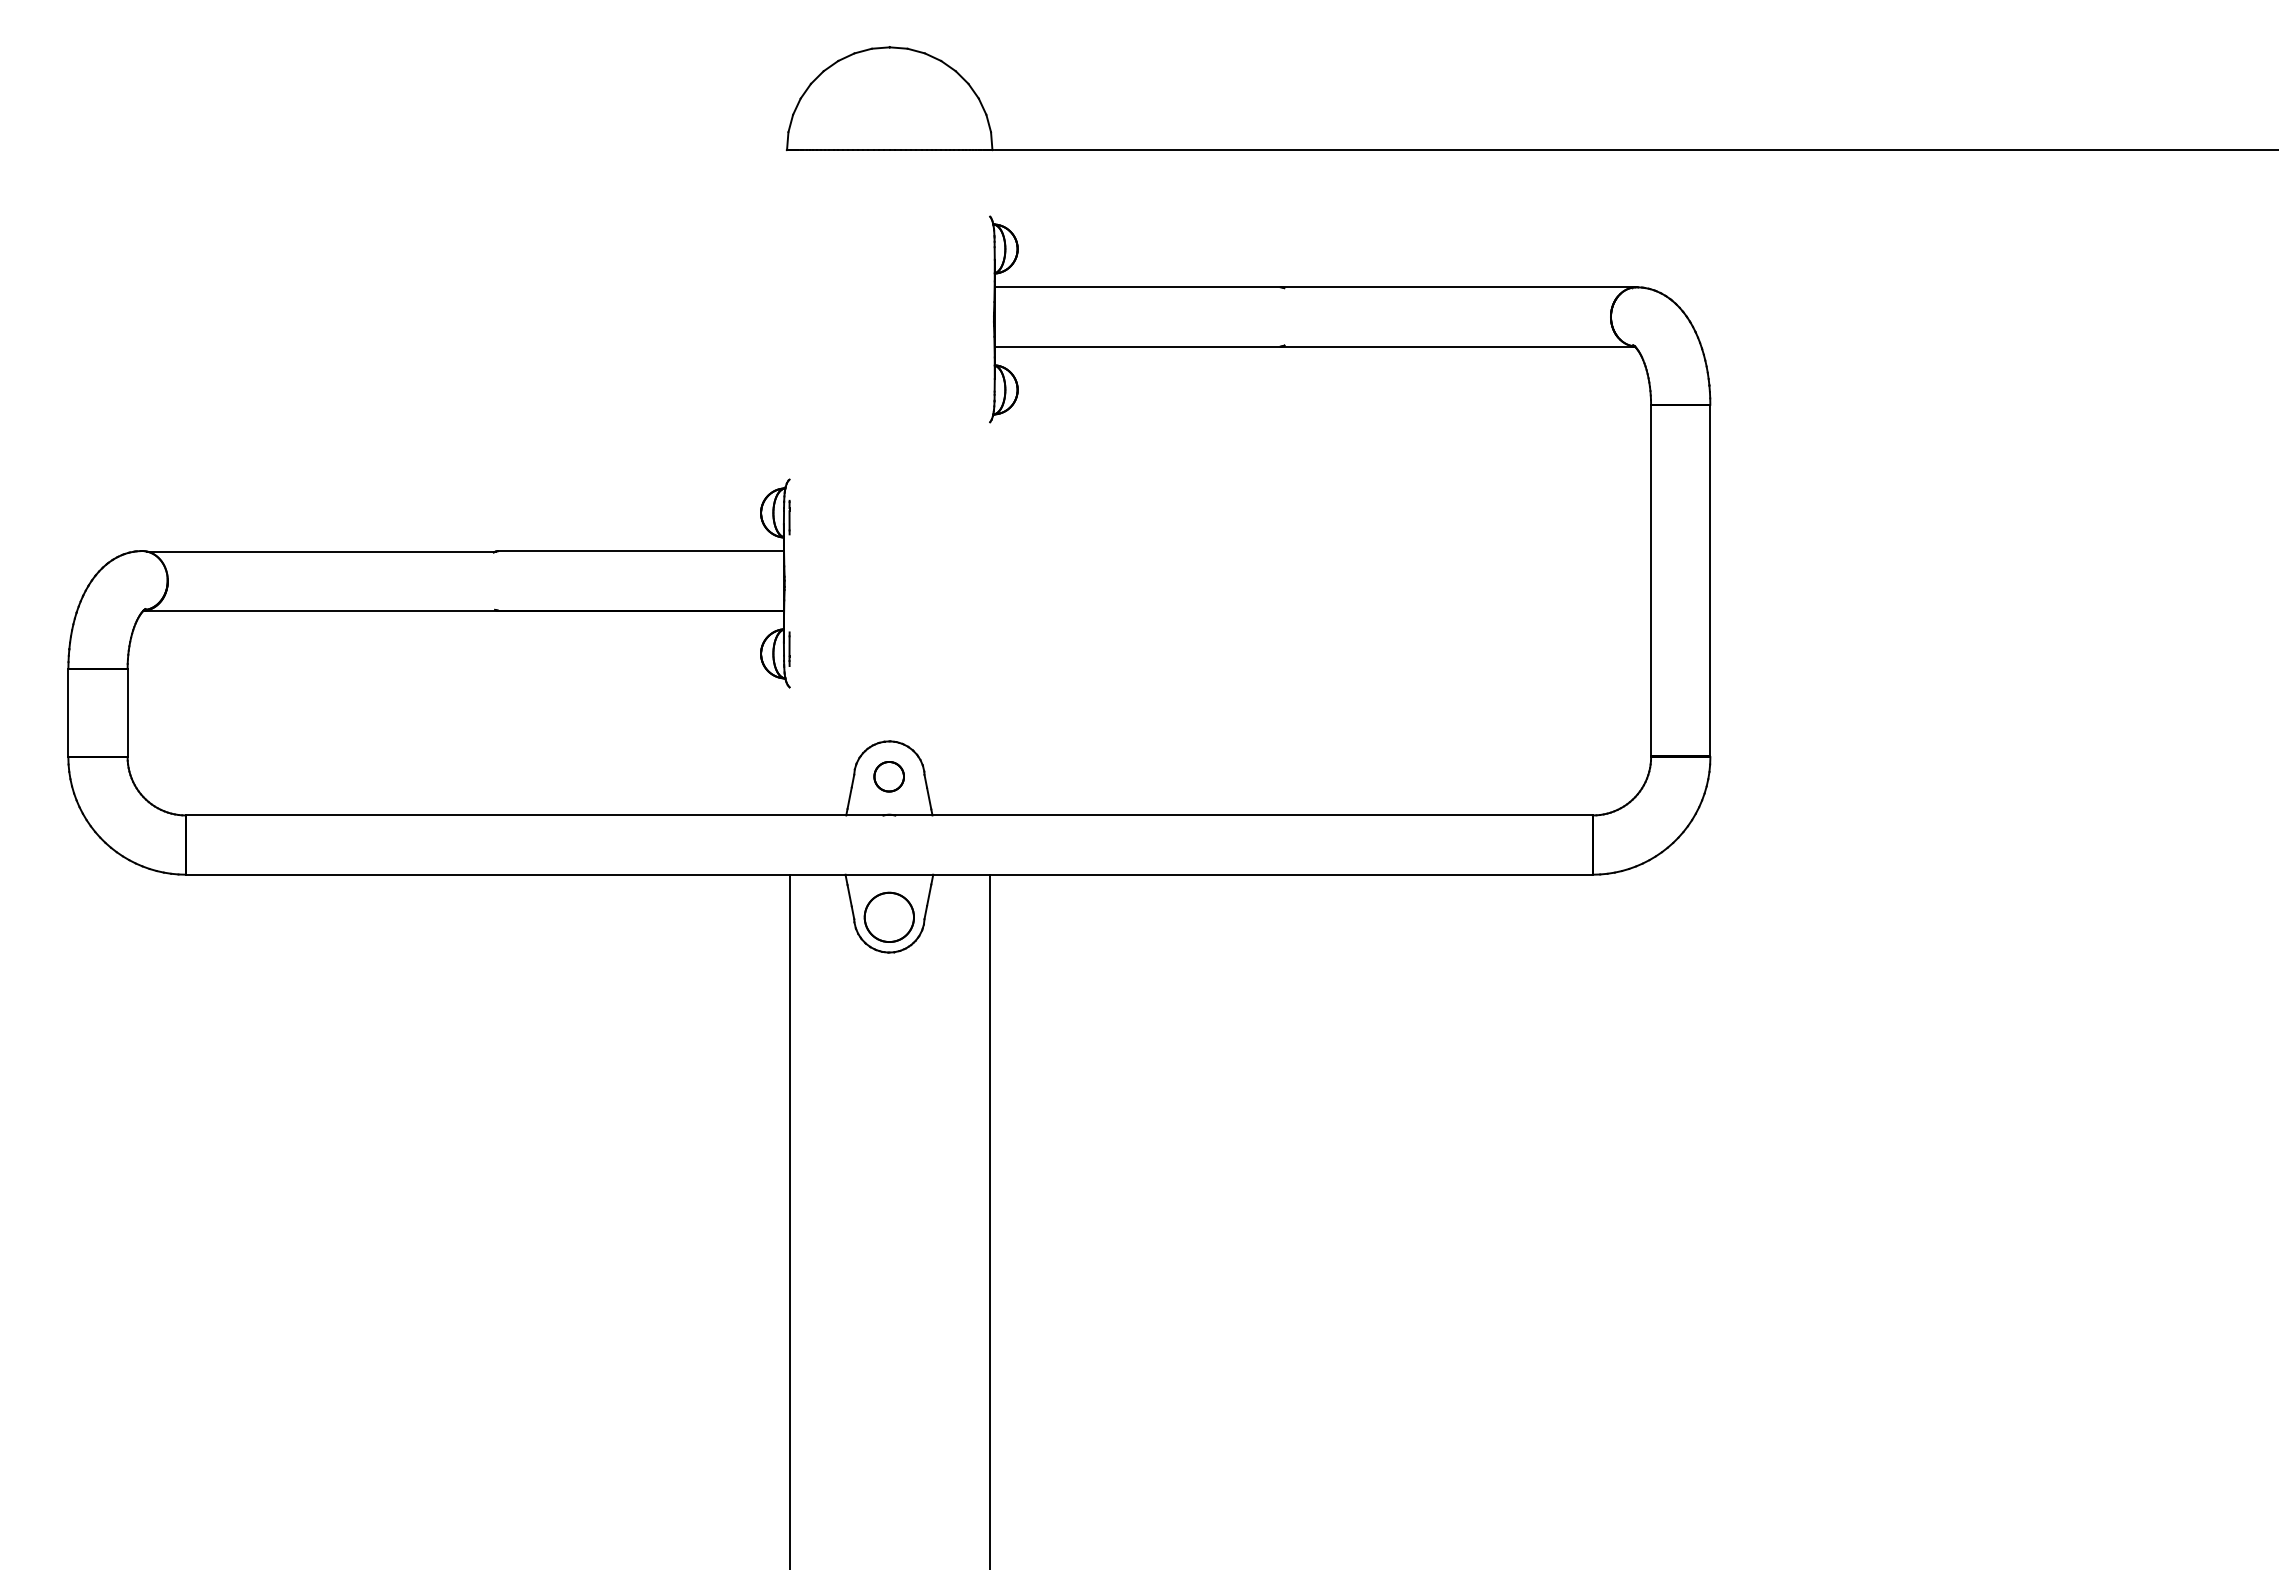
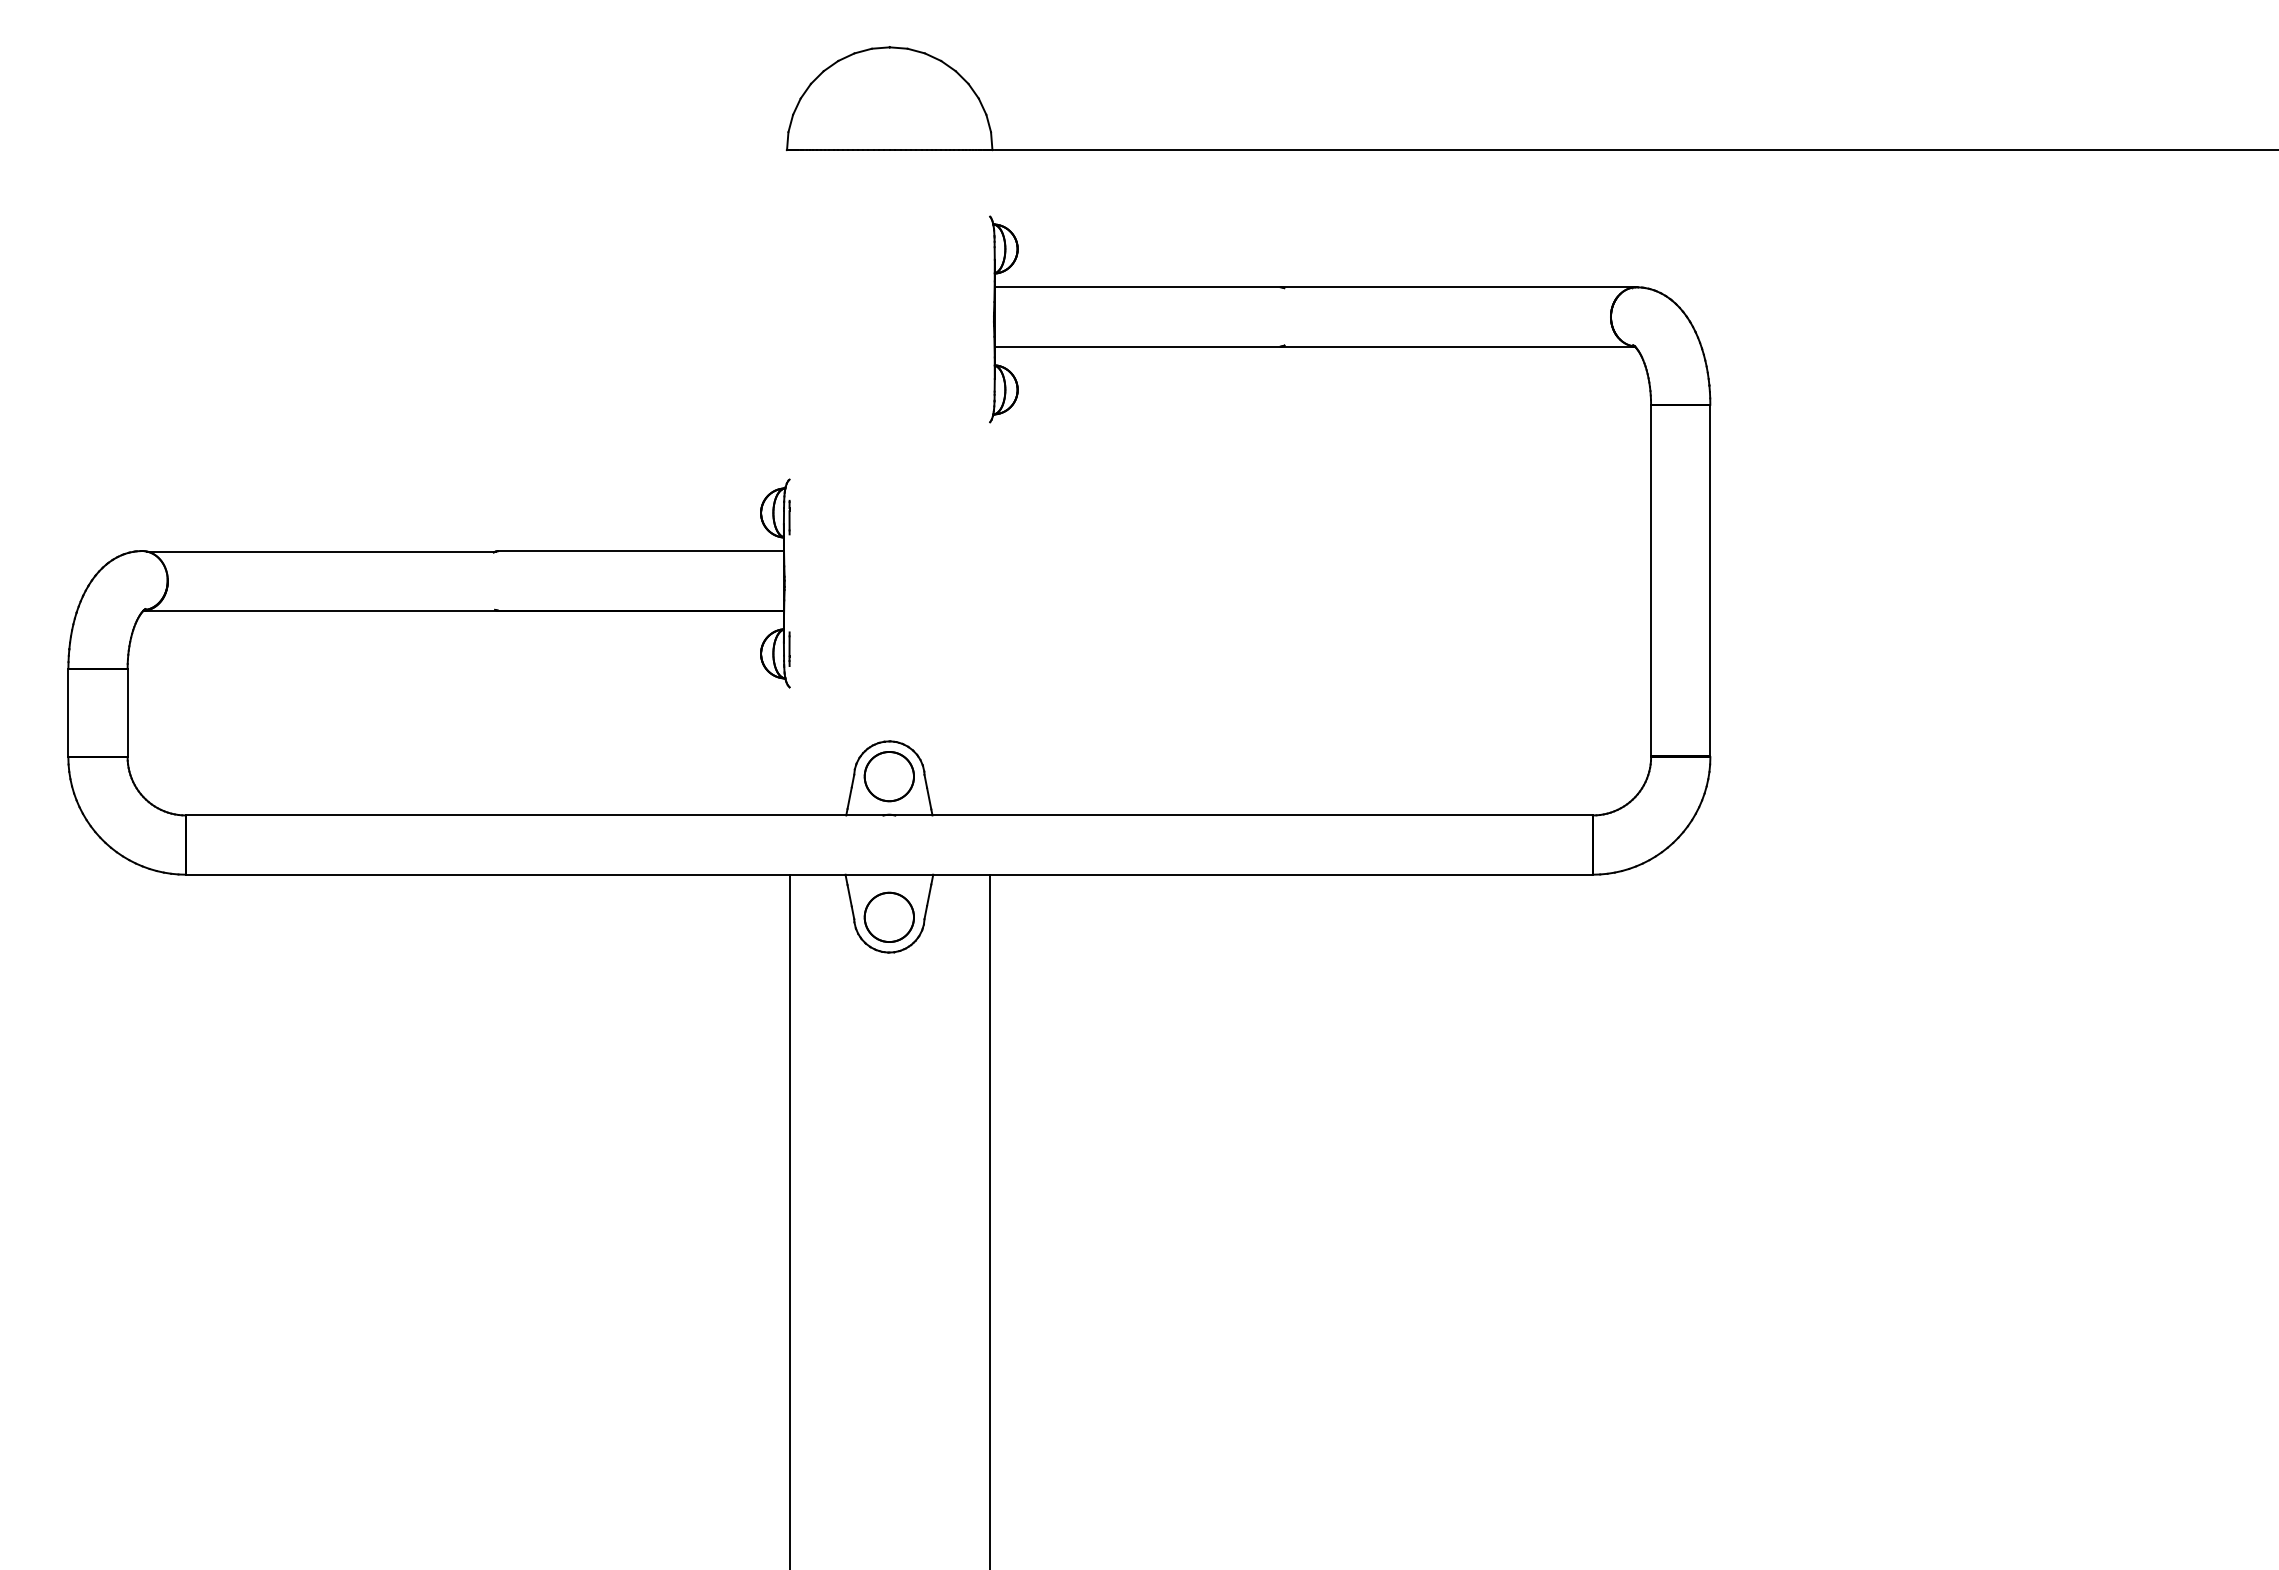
part at (888, 776) size: 32x32 px -> 52x52 px
